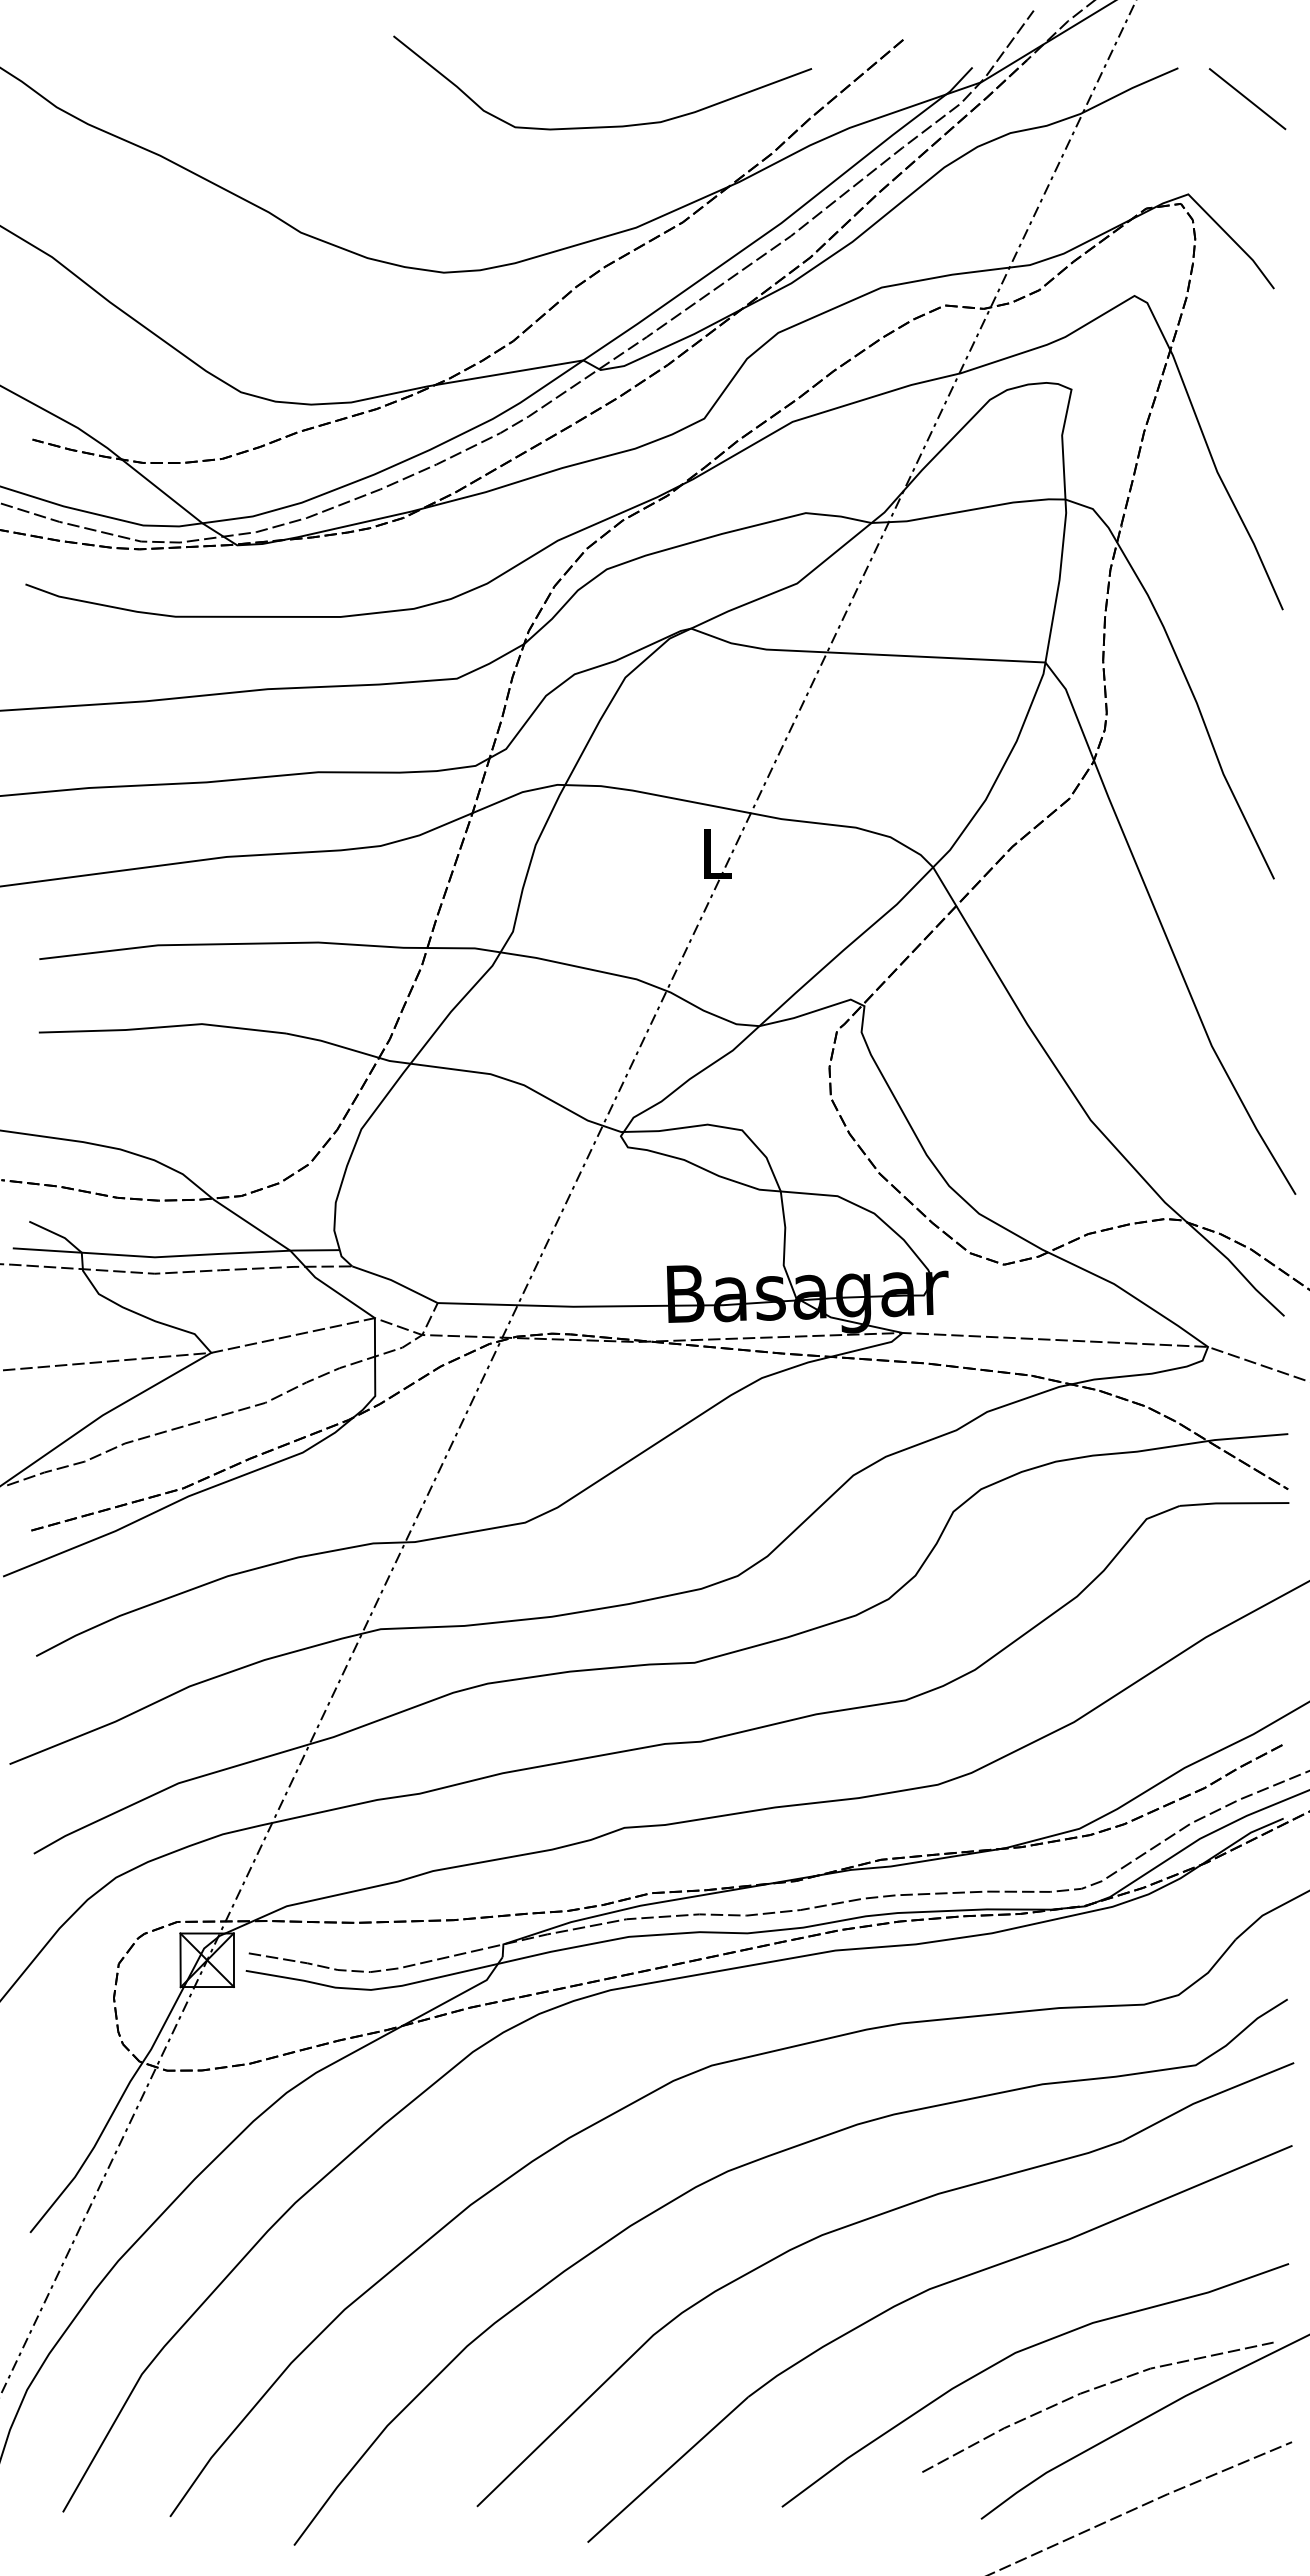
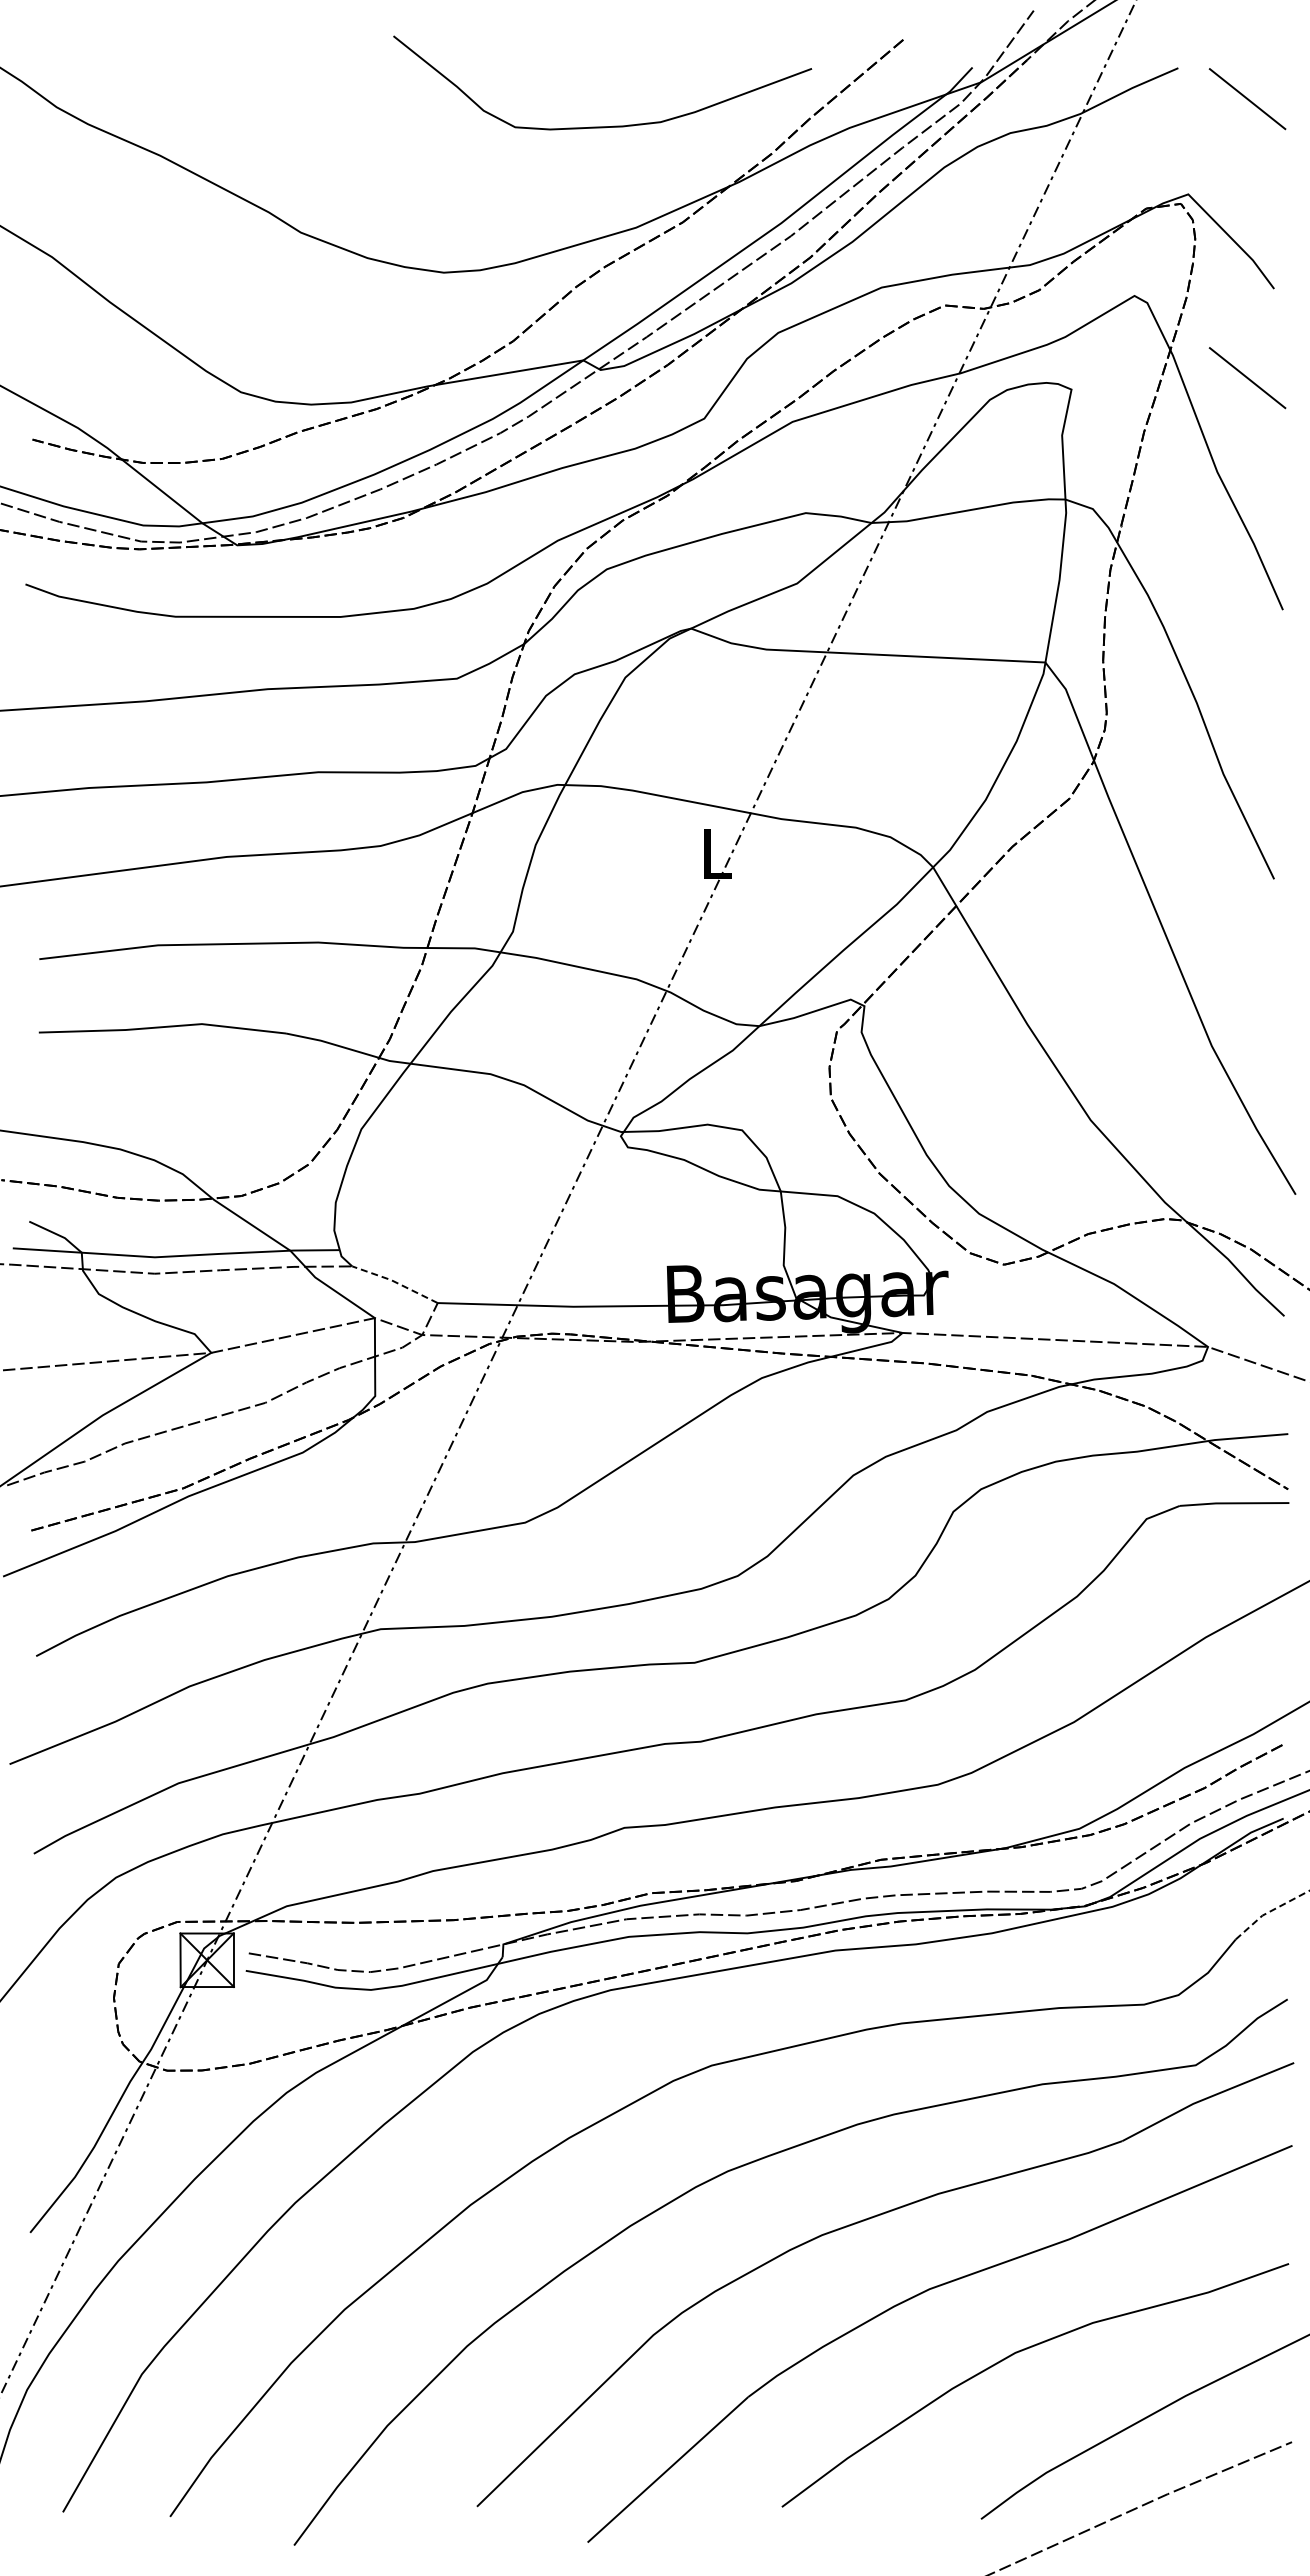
line at (1247, 378): none -> present
line at (395, 1282): solid -> dashed
line at (1270, 1911): solid -> dashed
line at (1089, 2391): present -> none
